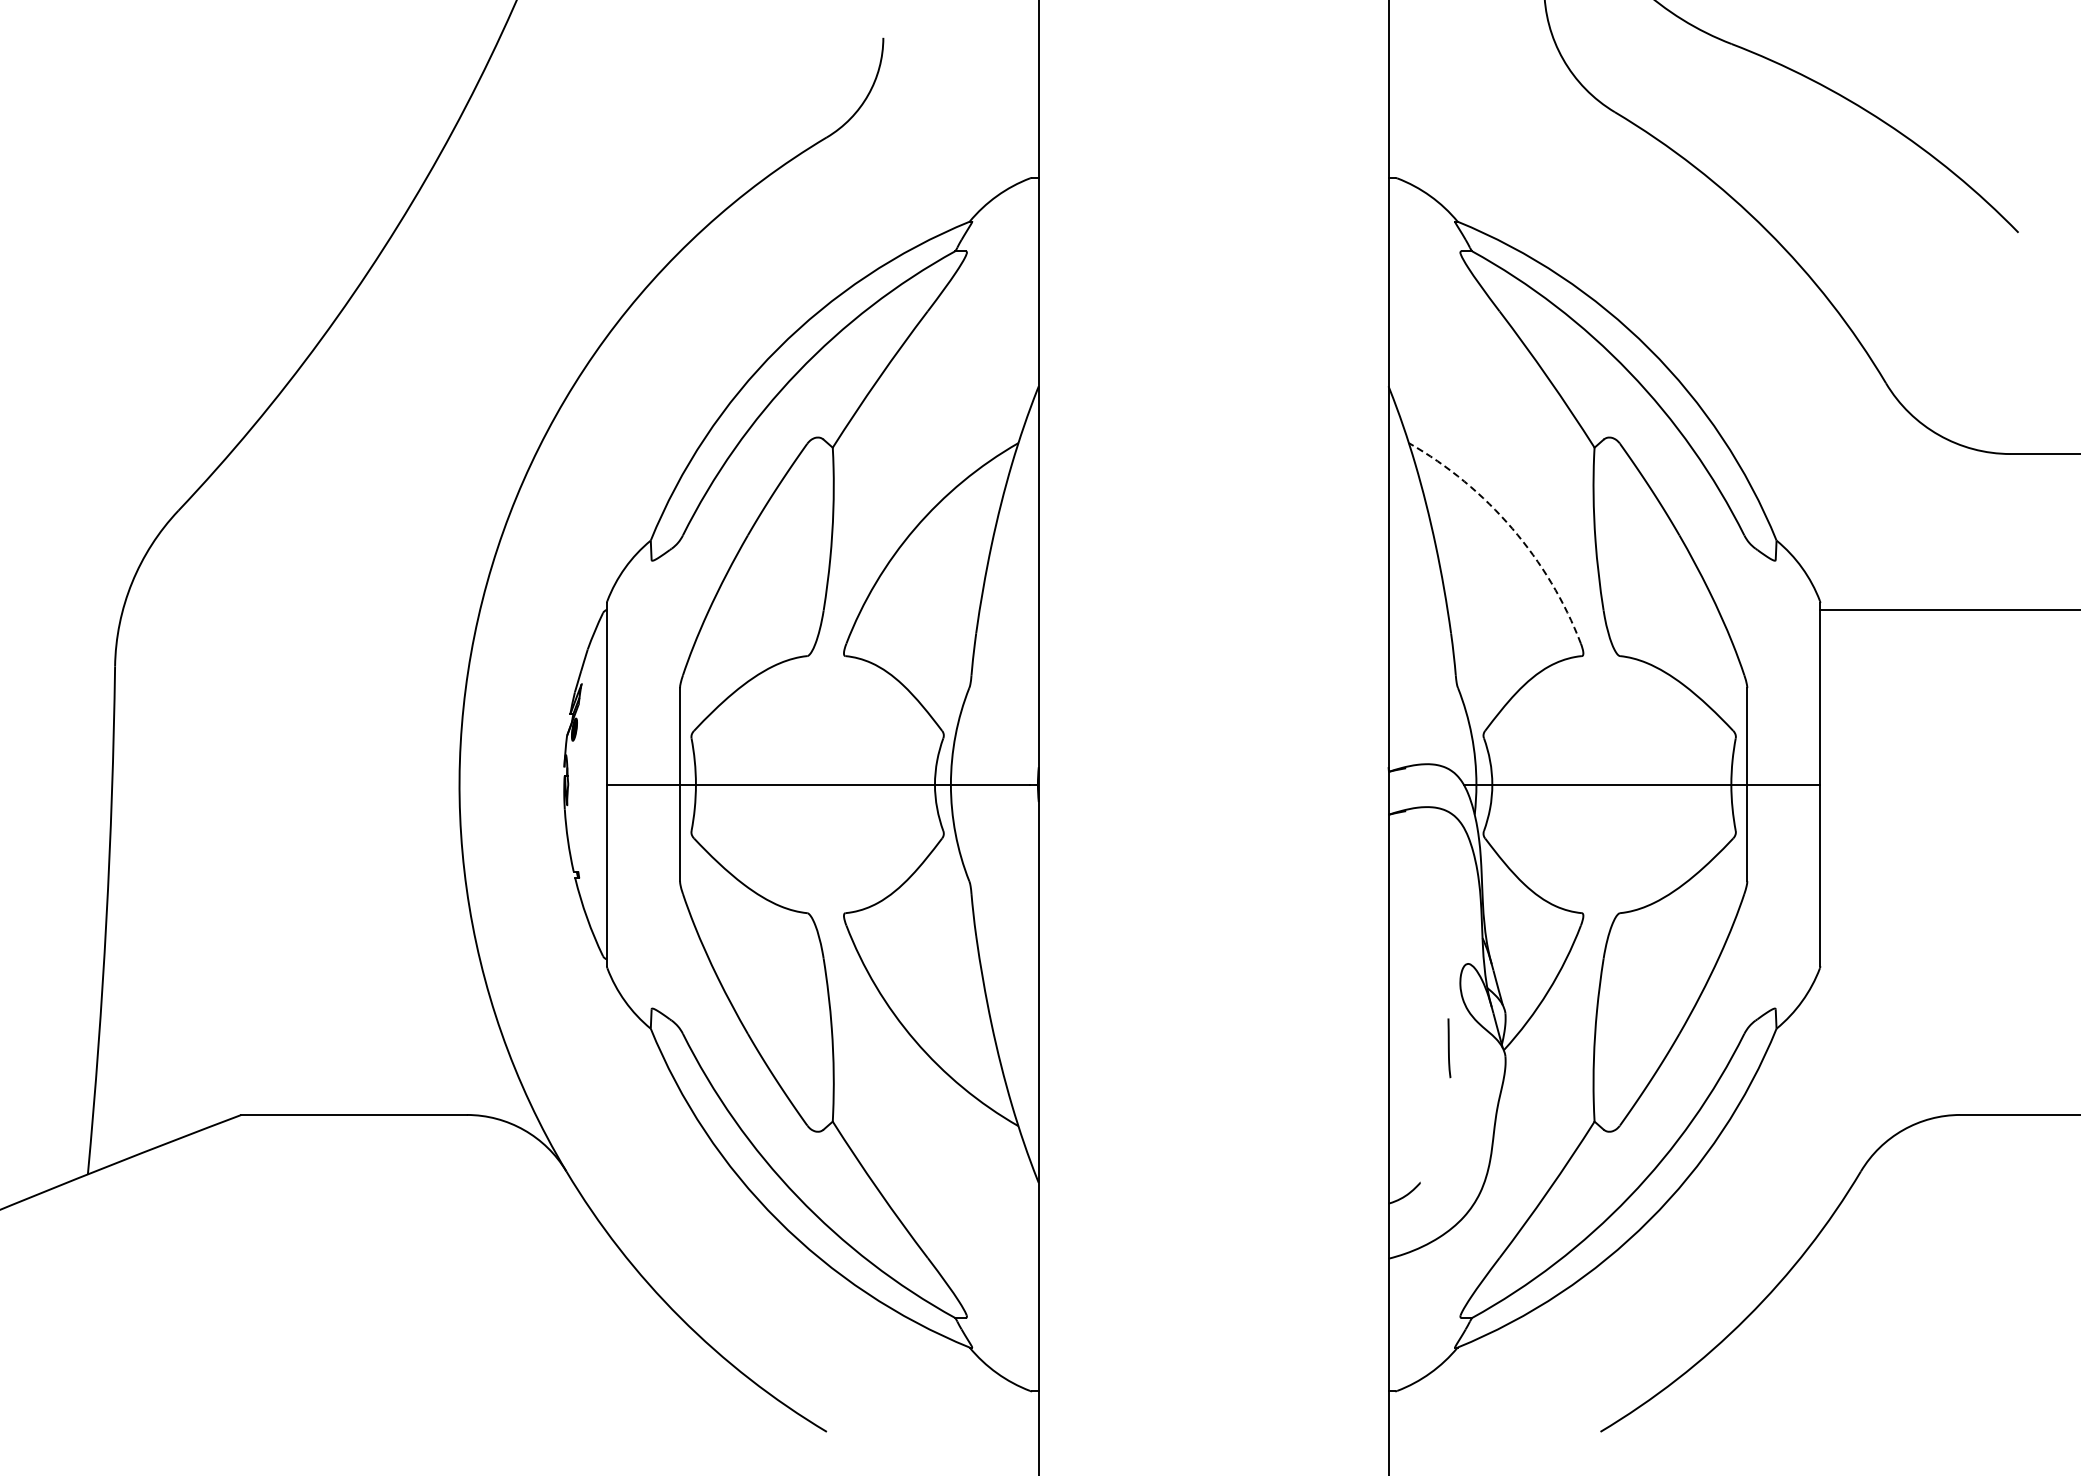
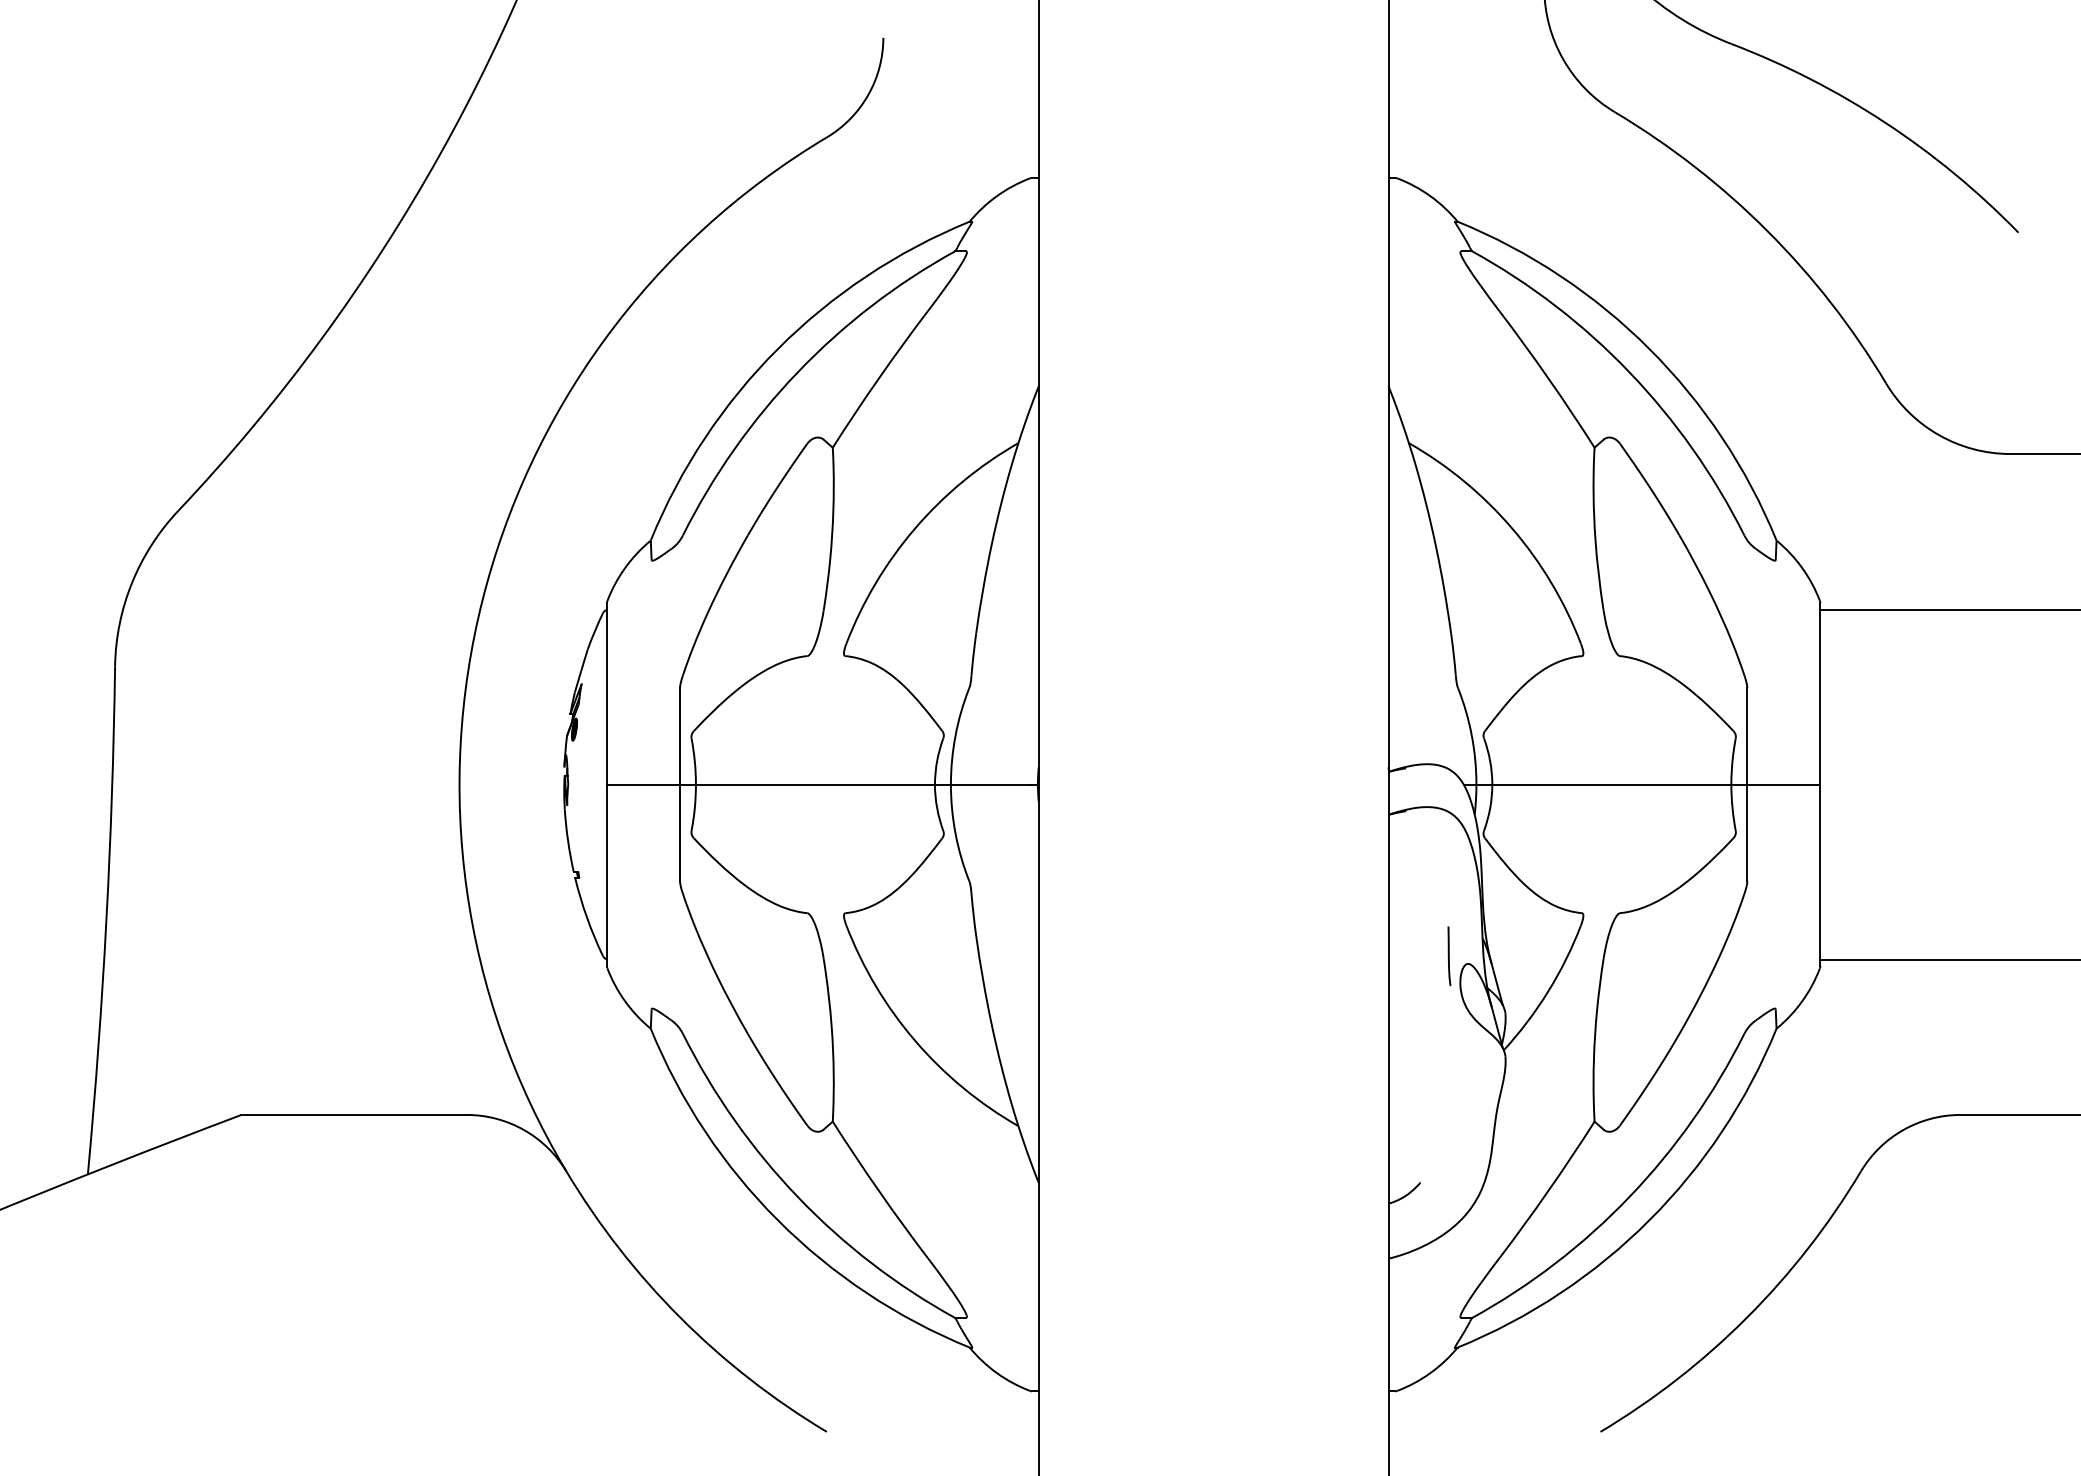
arc at (1512, 528): dashed -> solid
line at (1948, 959): none -> present
line at (1449, 1048) position: (1449, 1048) -> (1449, 956)
